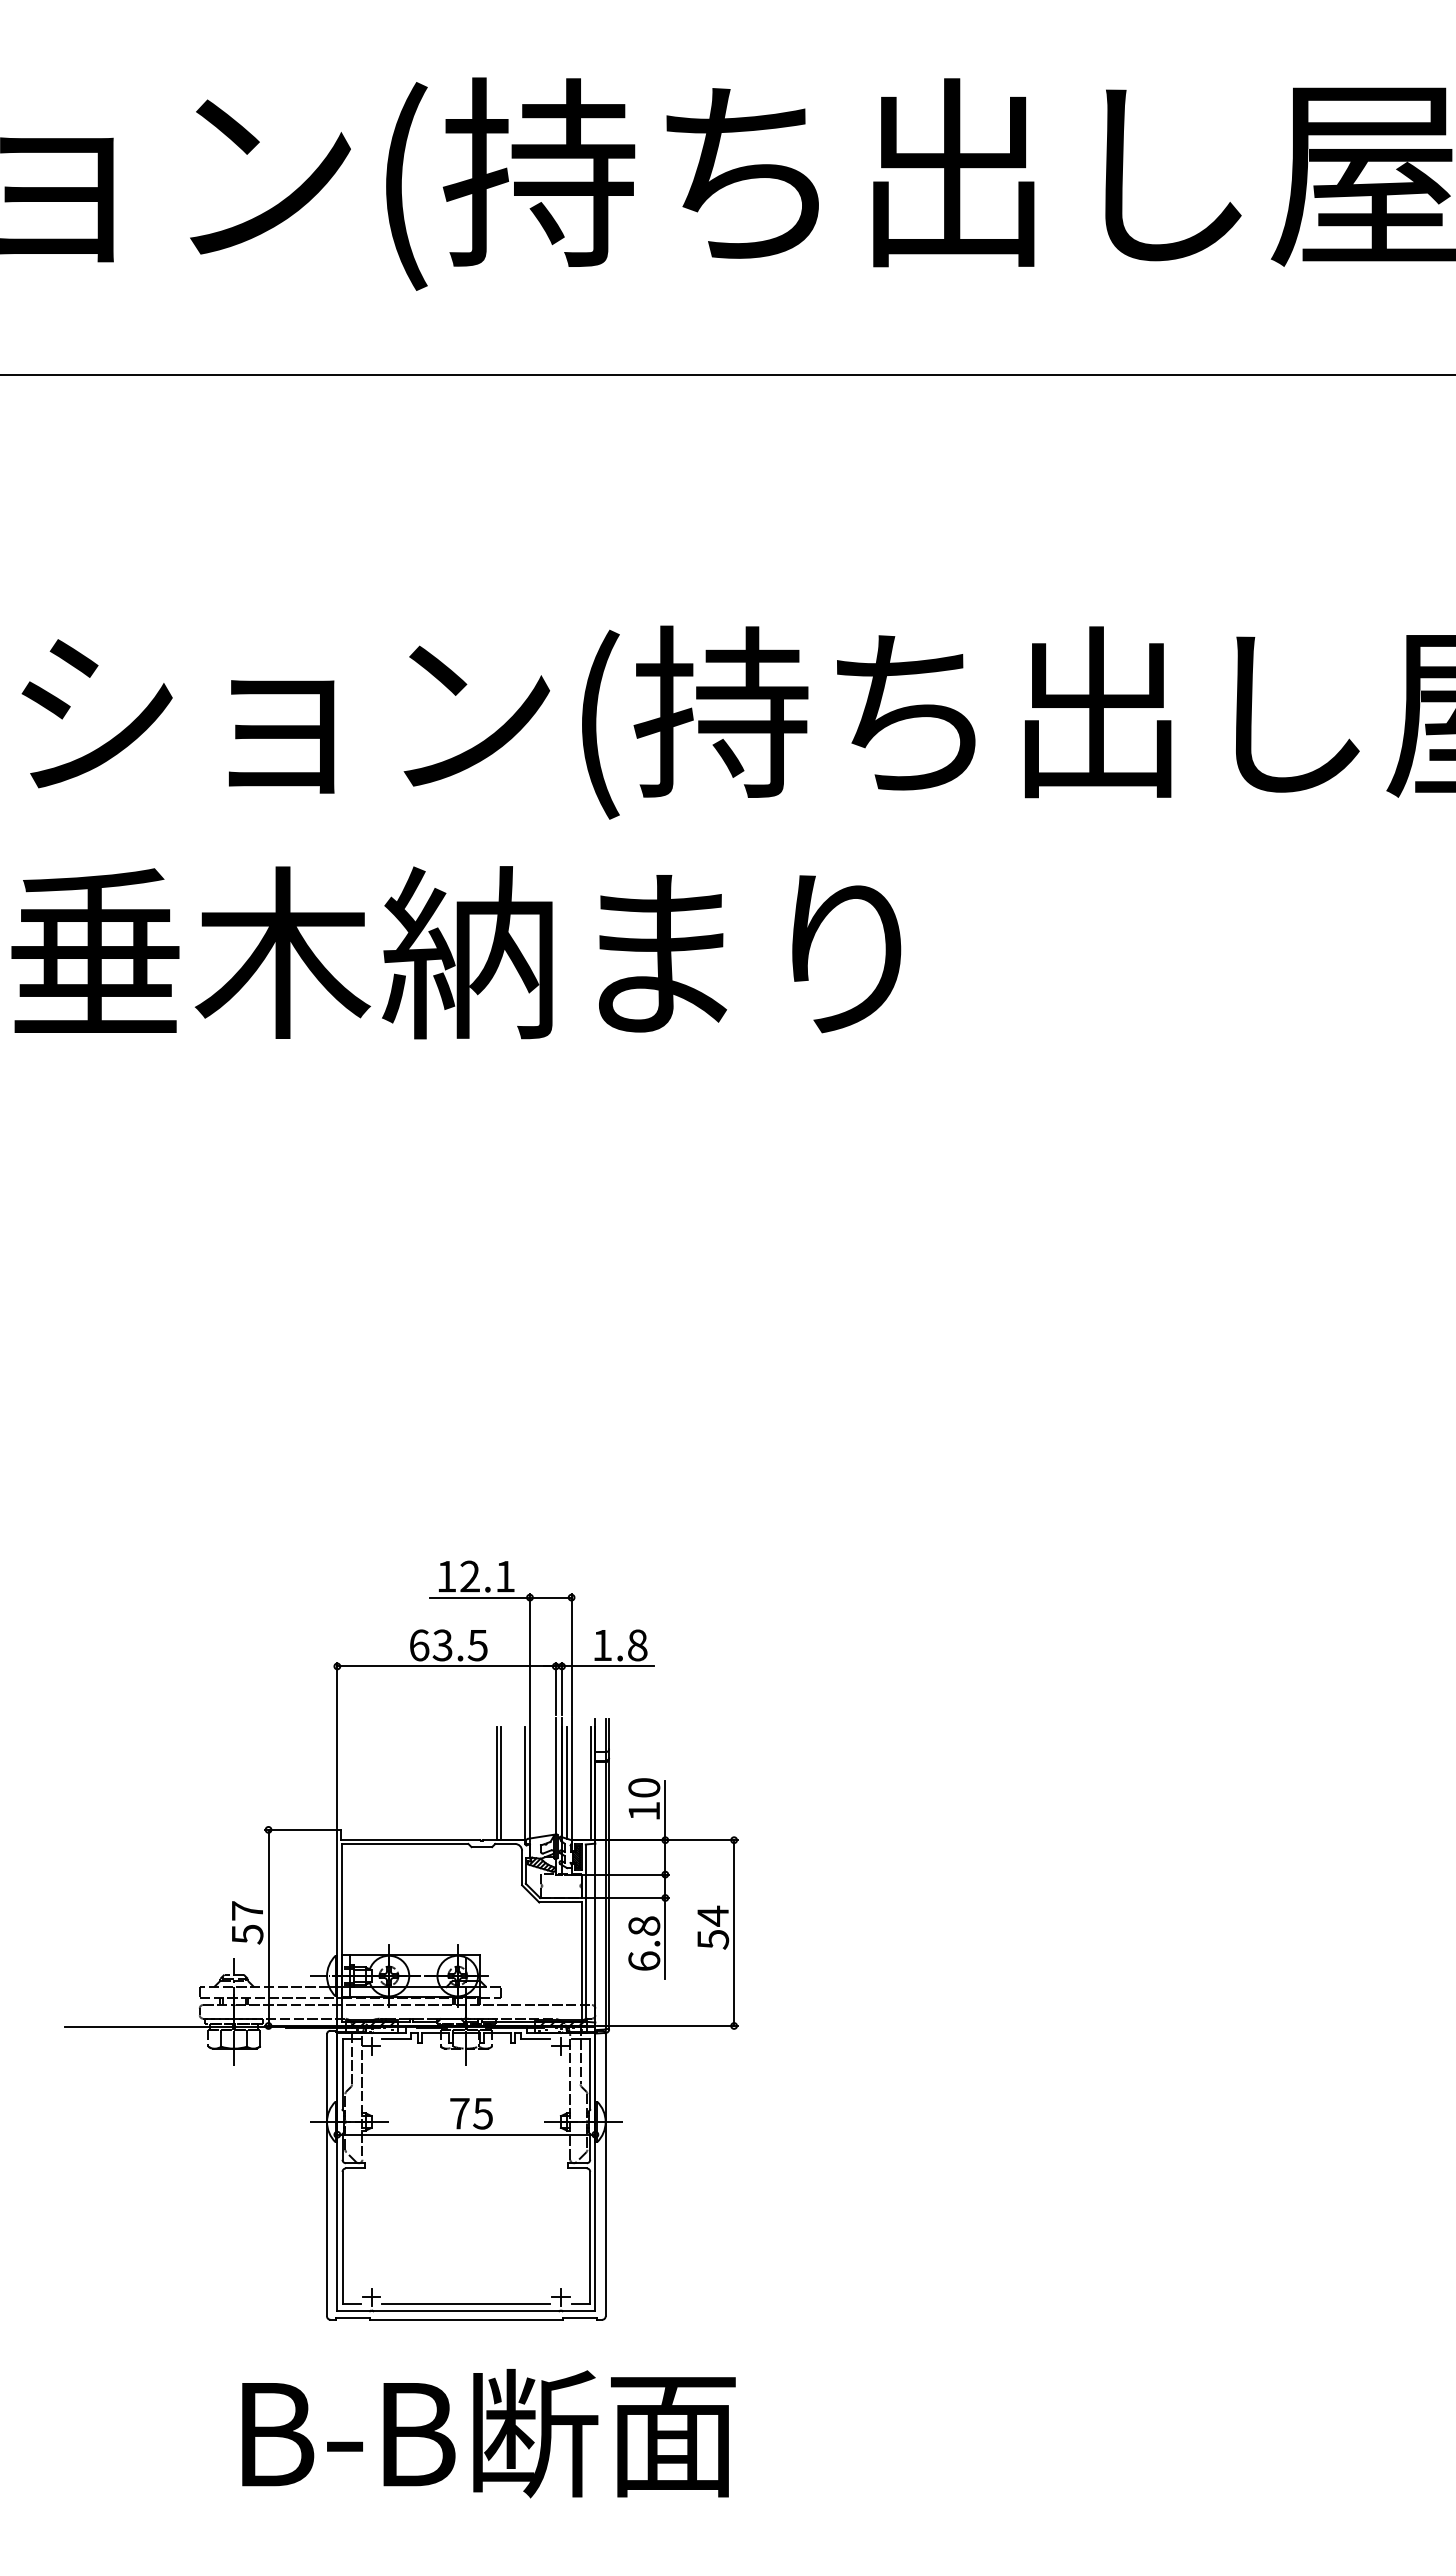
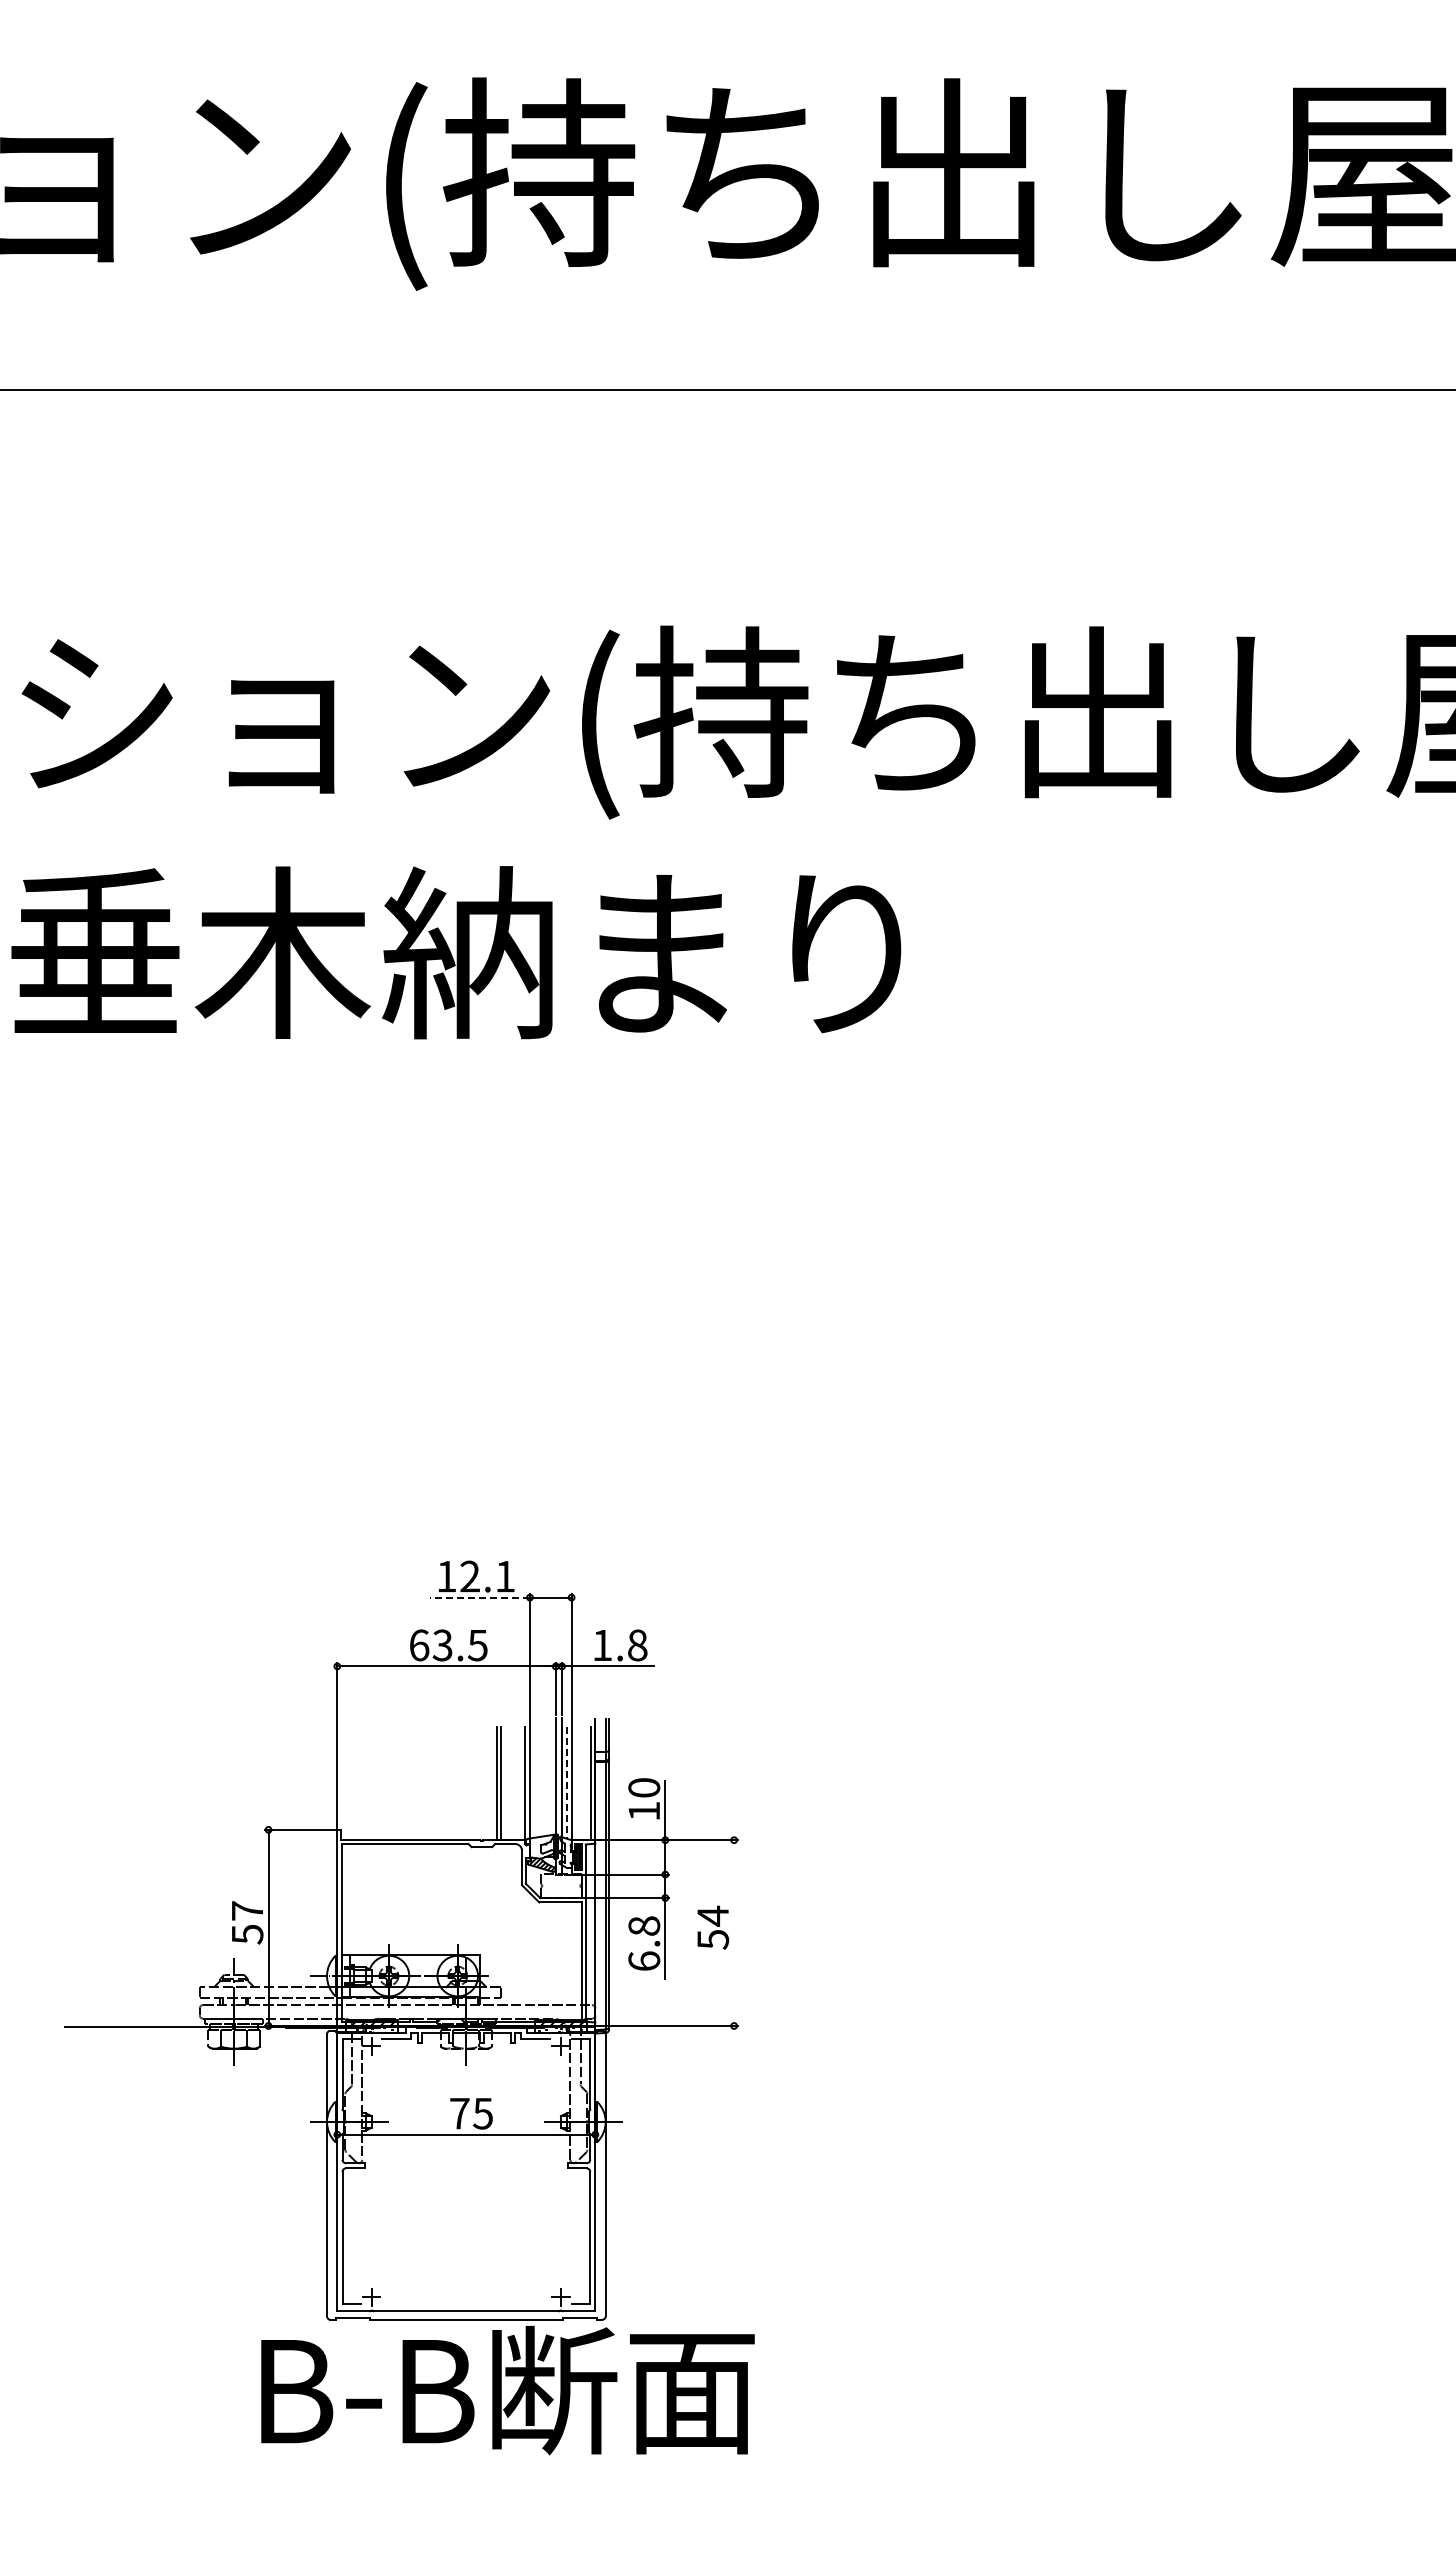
line at (727, 374) position: (727, 374) -> (727, 389)
line at (479, 1597): solid -> dashed
line at (567, 1783): solid -> dashed
line at (734, 1932): present -> none
line at (466, 2304): present -> none
text at (488, 2433) position: (488, 2433) -> (507, 2390)
